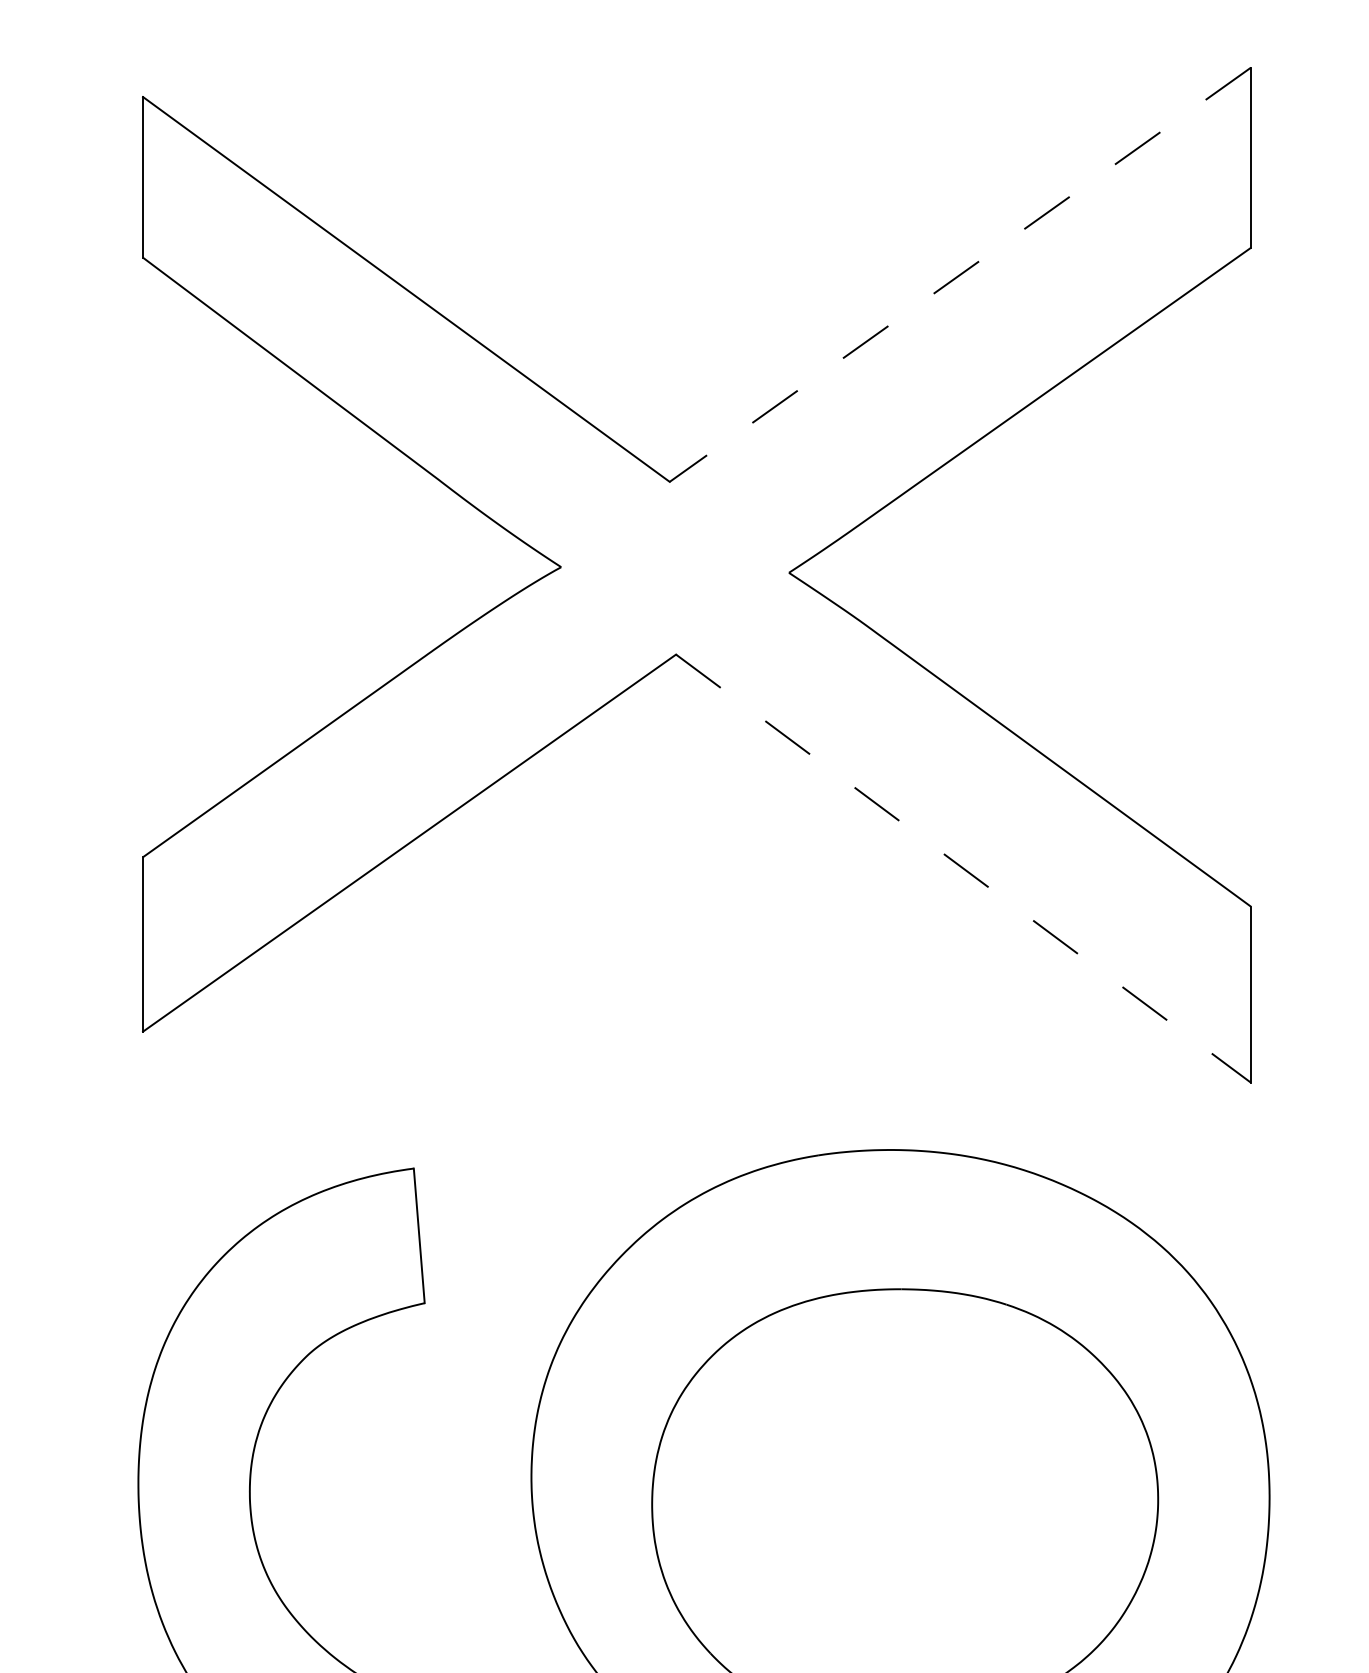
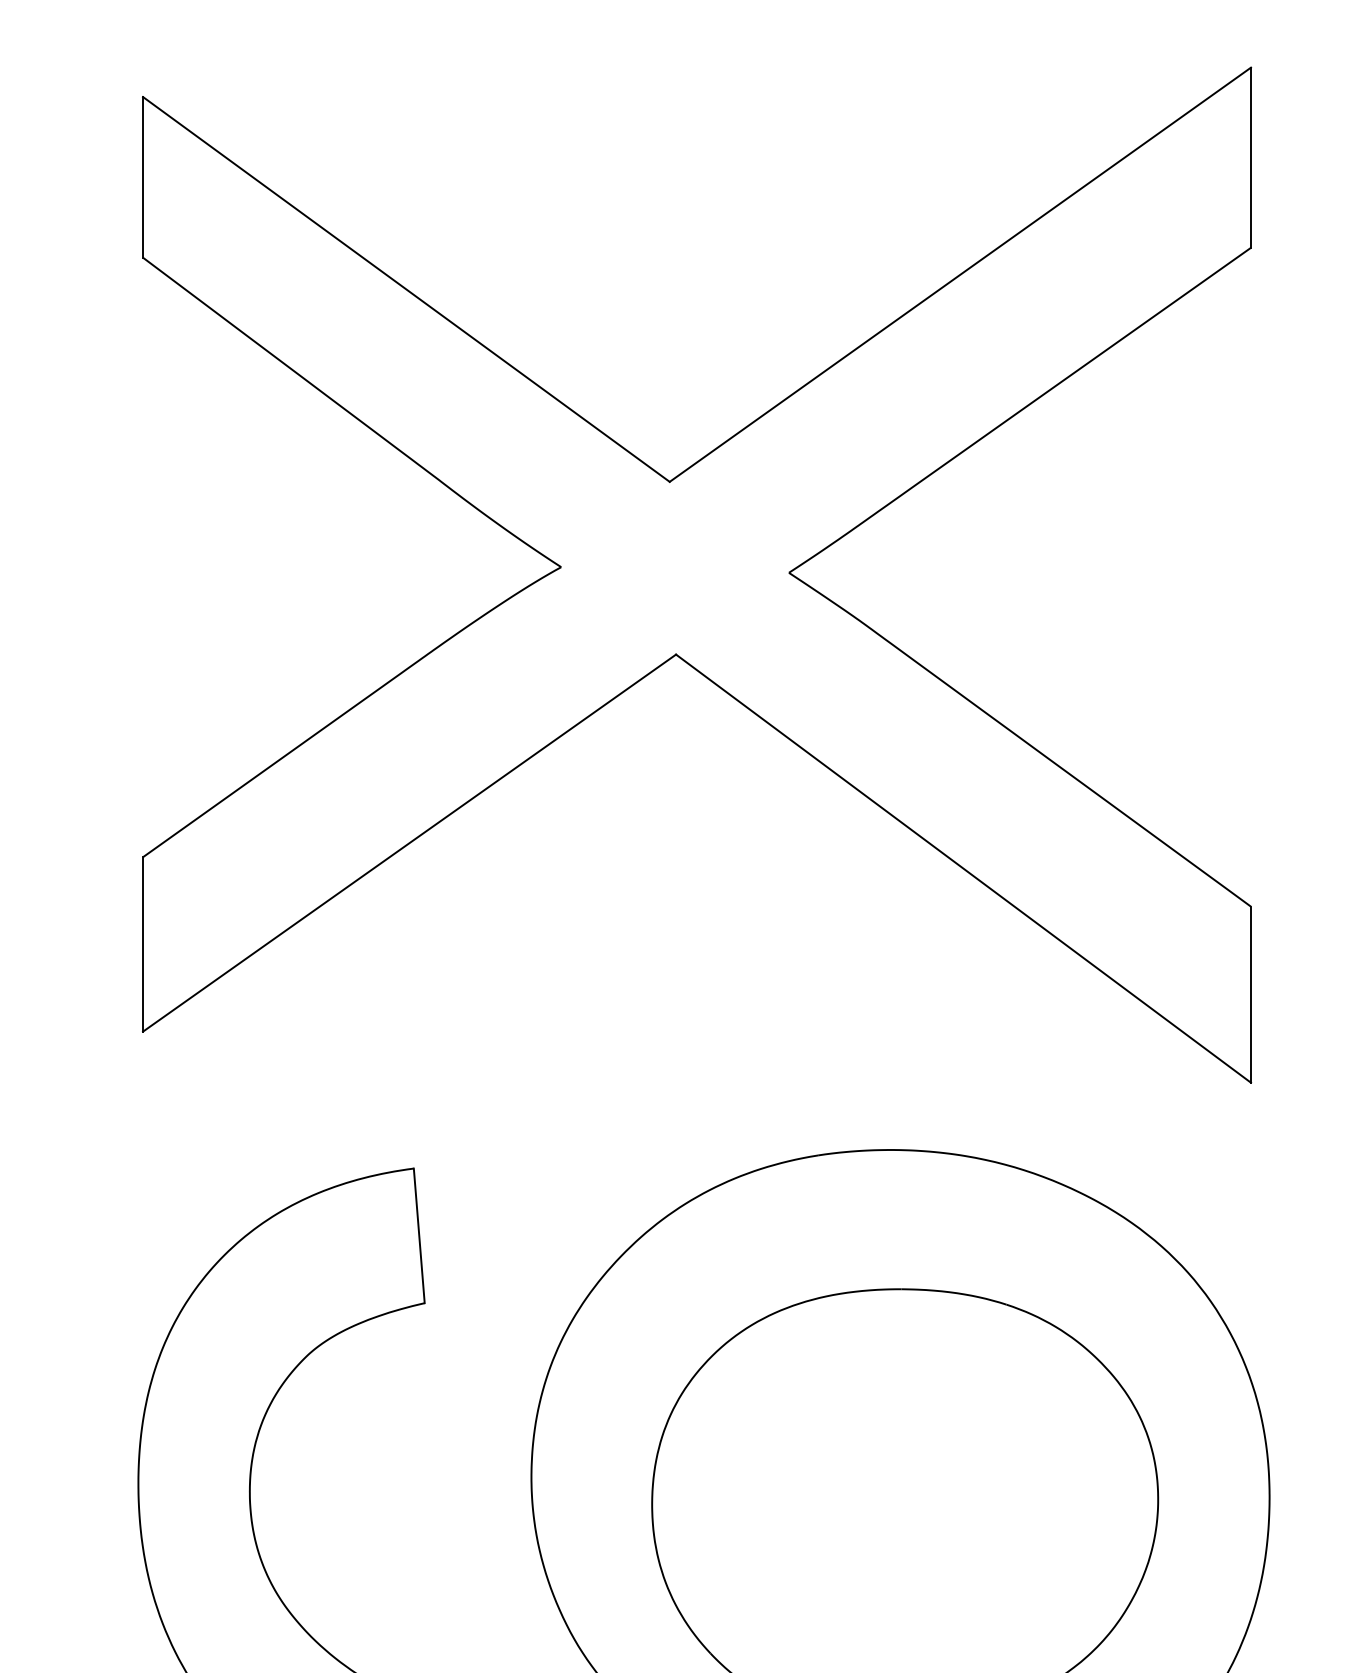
line at (960, 274): dashed -> solid
line at (963, 868): dashed -> solid
